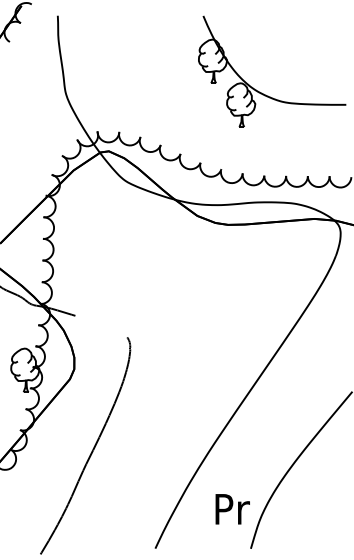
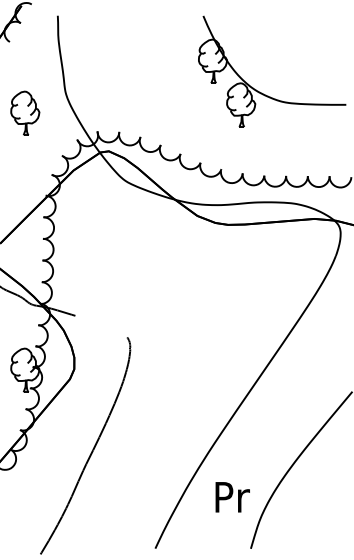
part at (25, 112): none -> present
text at (232, 509) position: (232, 509) -> (232, 497)
